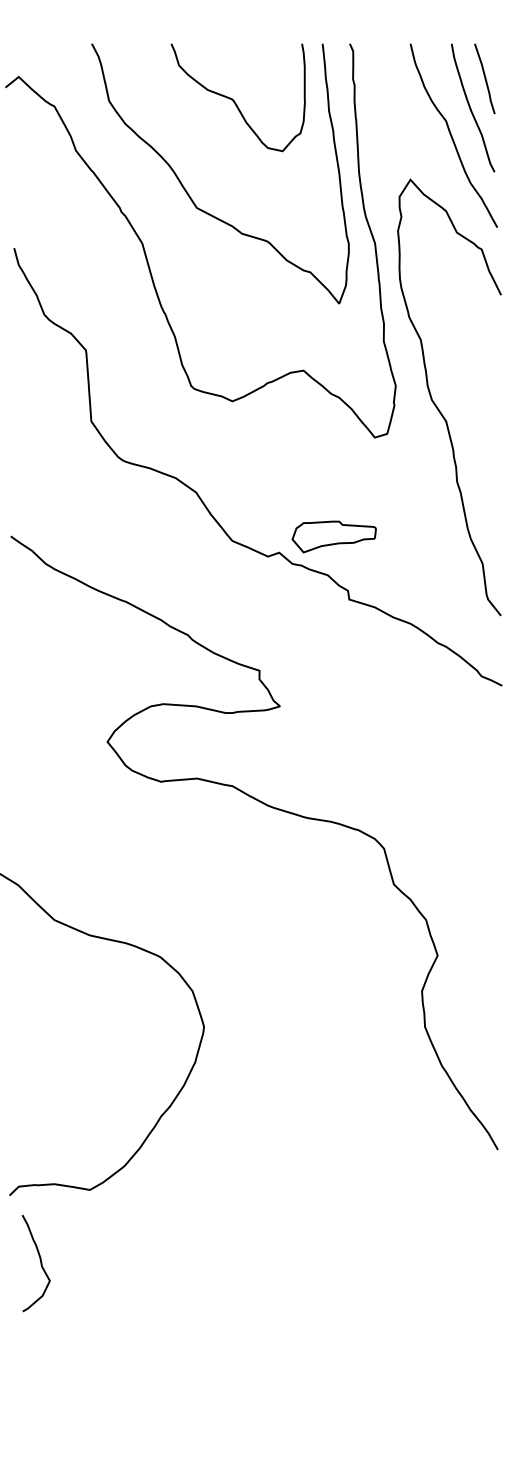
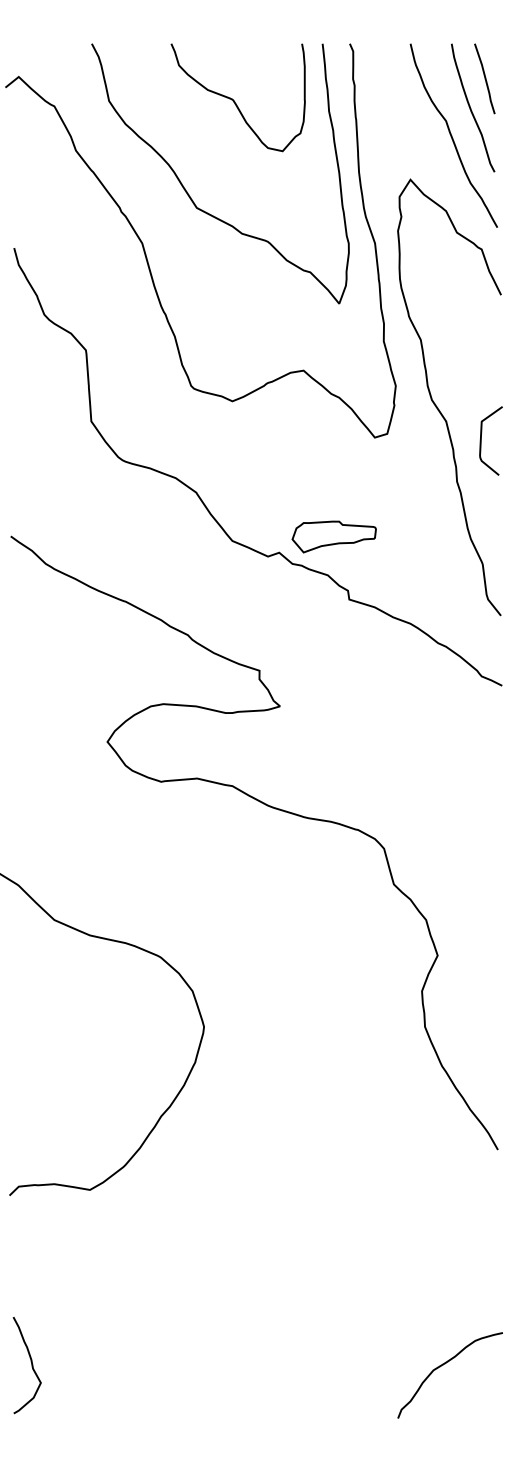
curve at (481, 440): none -> present
curve at (40, 1263) position: (40, 1263) -> (31, 1365)
curve at (443, 1365): none -> present
